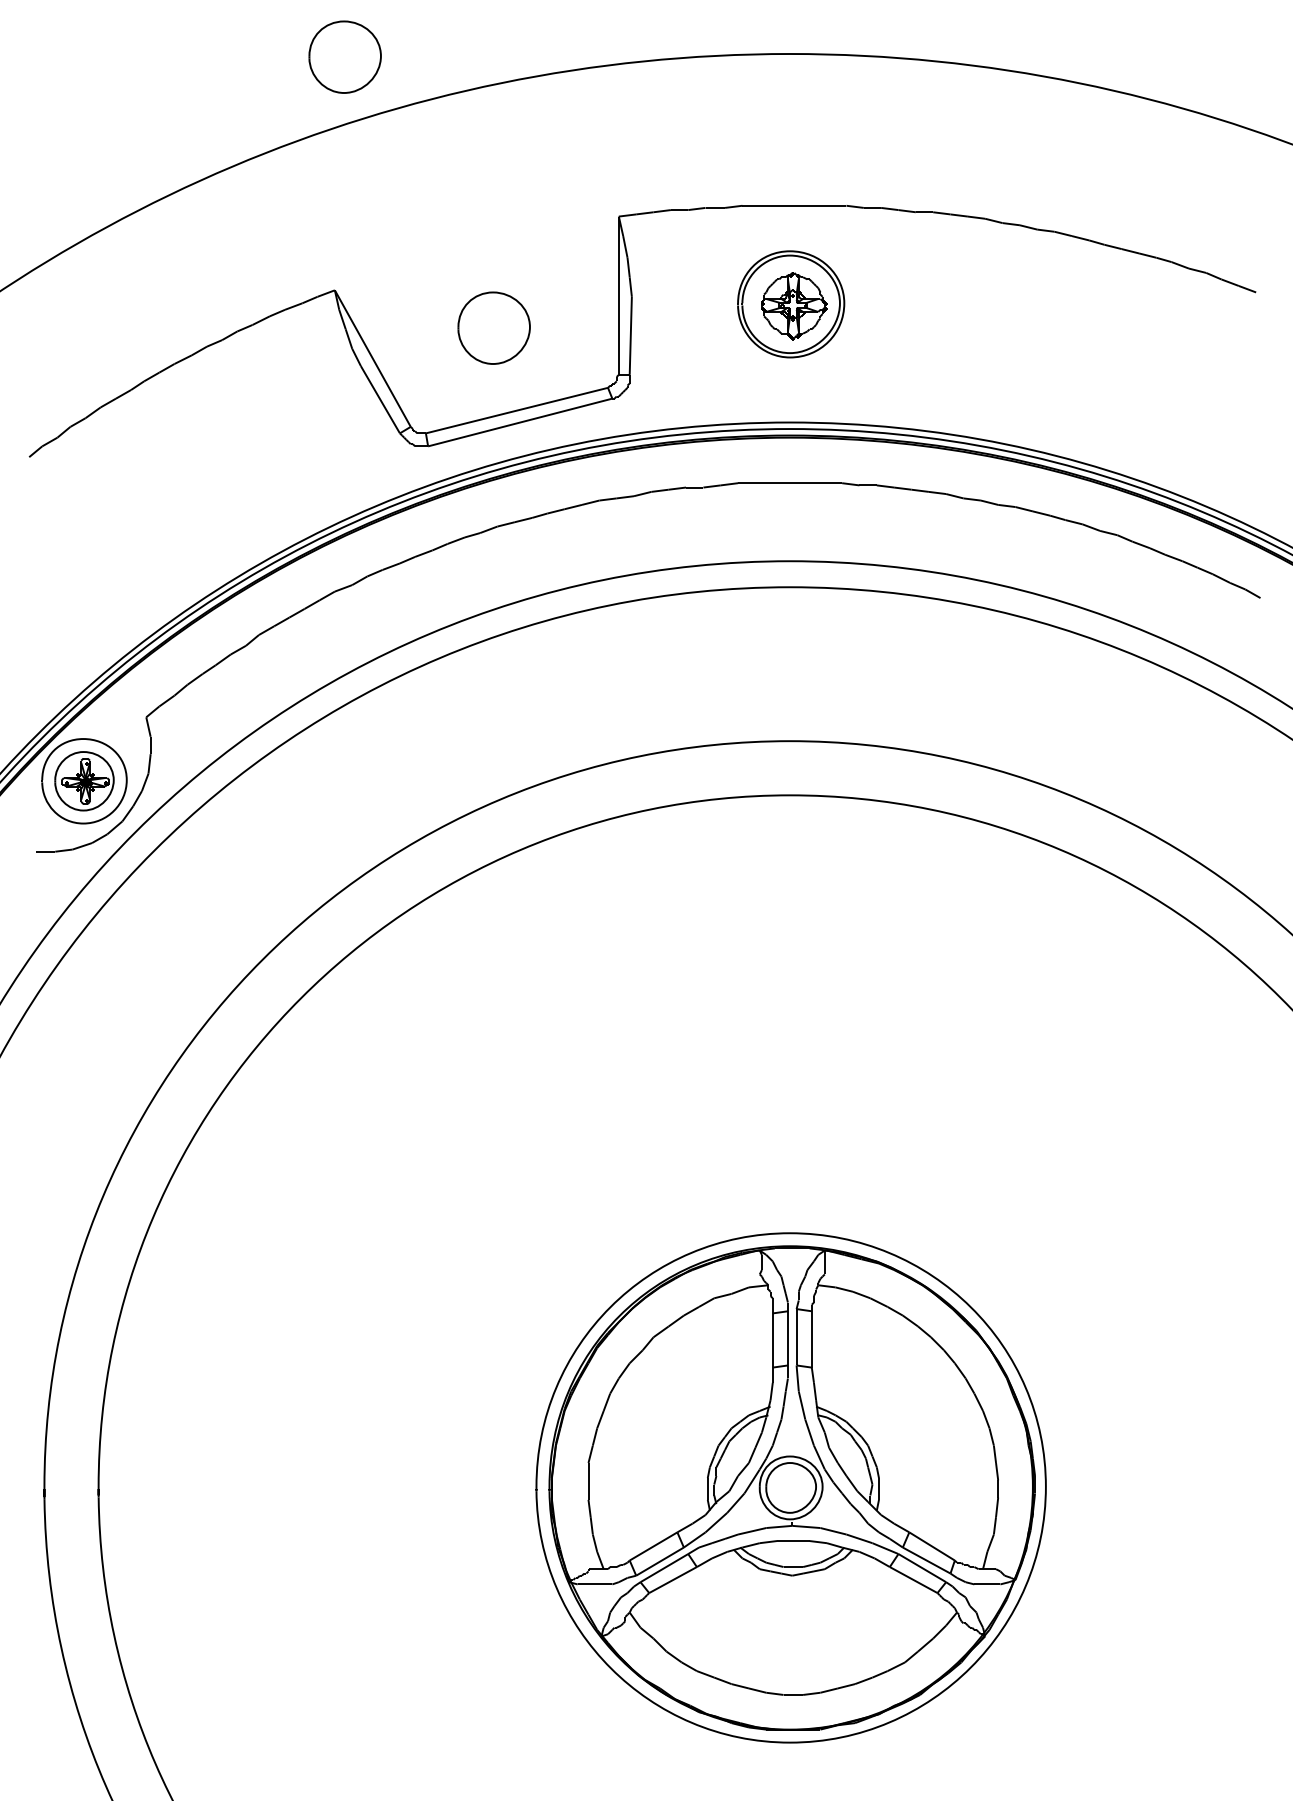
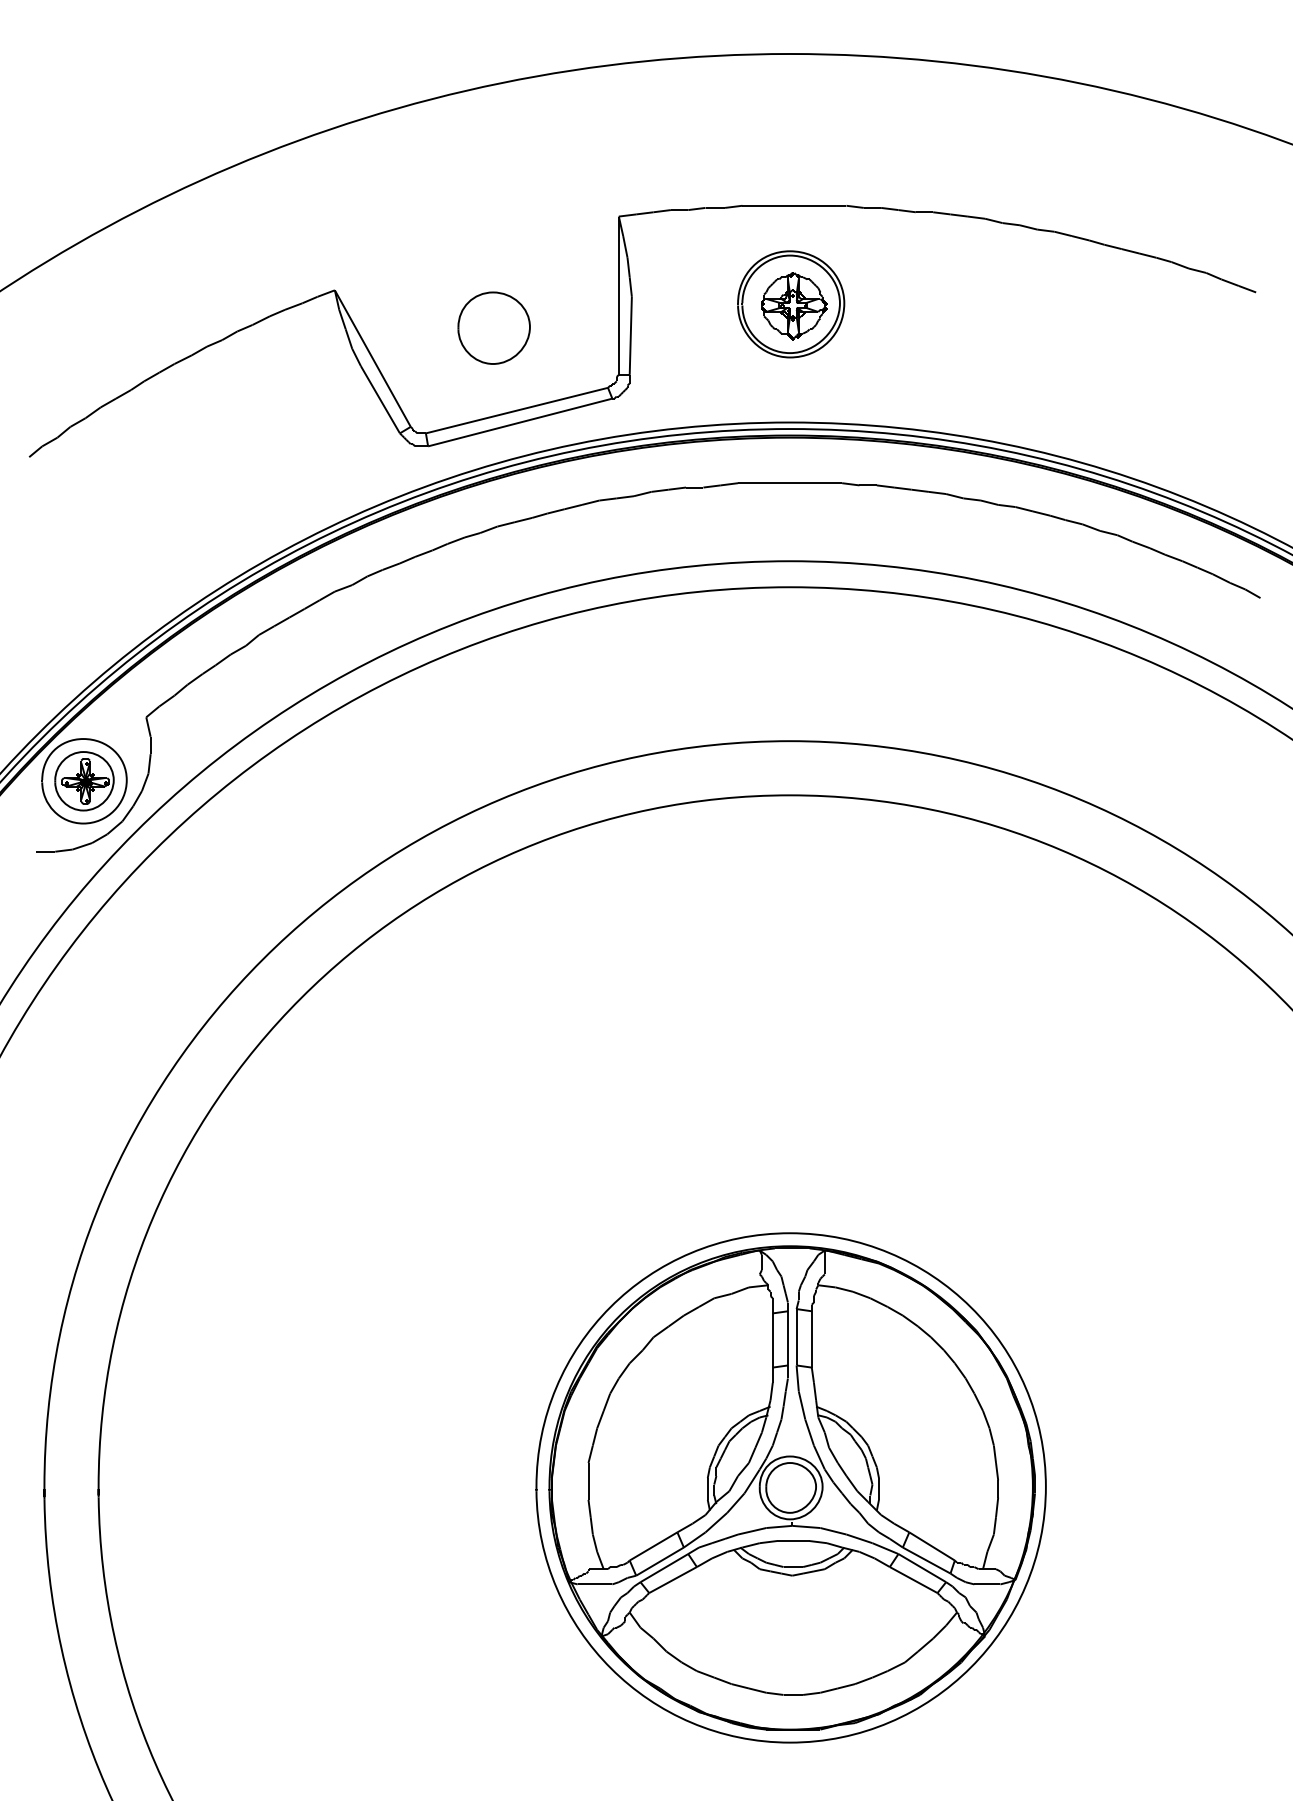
part at (344, 56): present -> none
